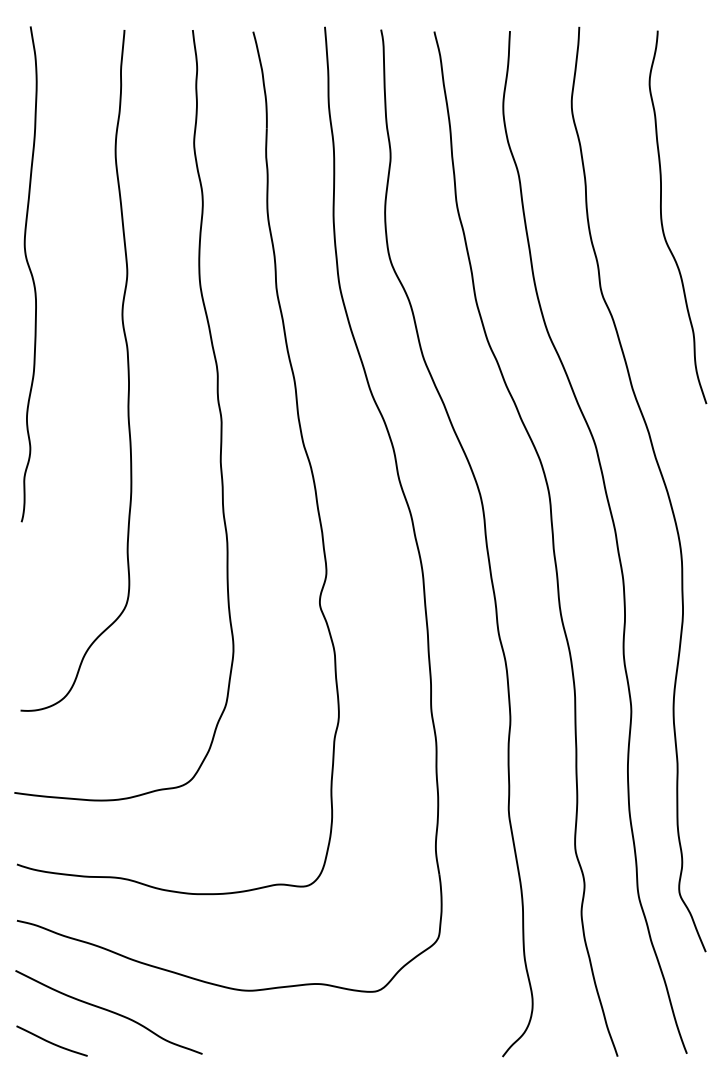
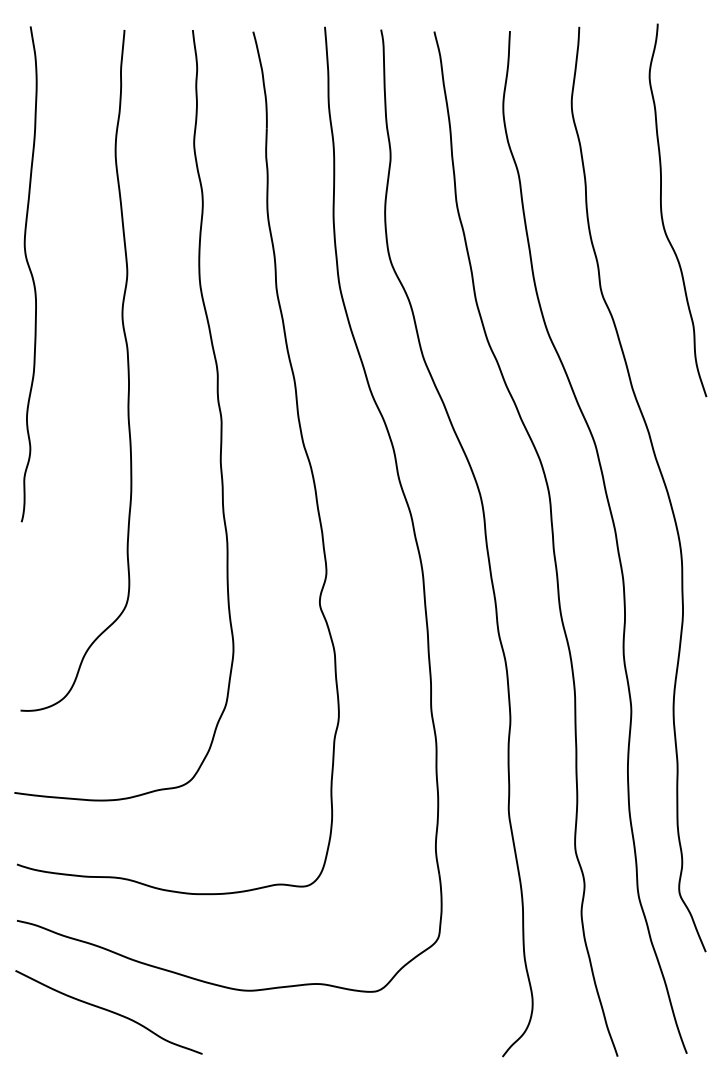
curve at (662, 217) position: (662, 217) -> (662, 210)
curve at (50, 1041): present -> none
